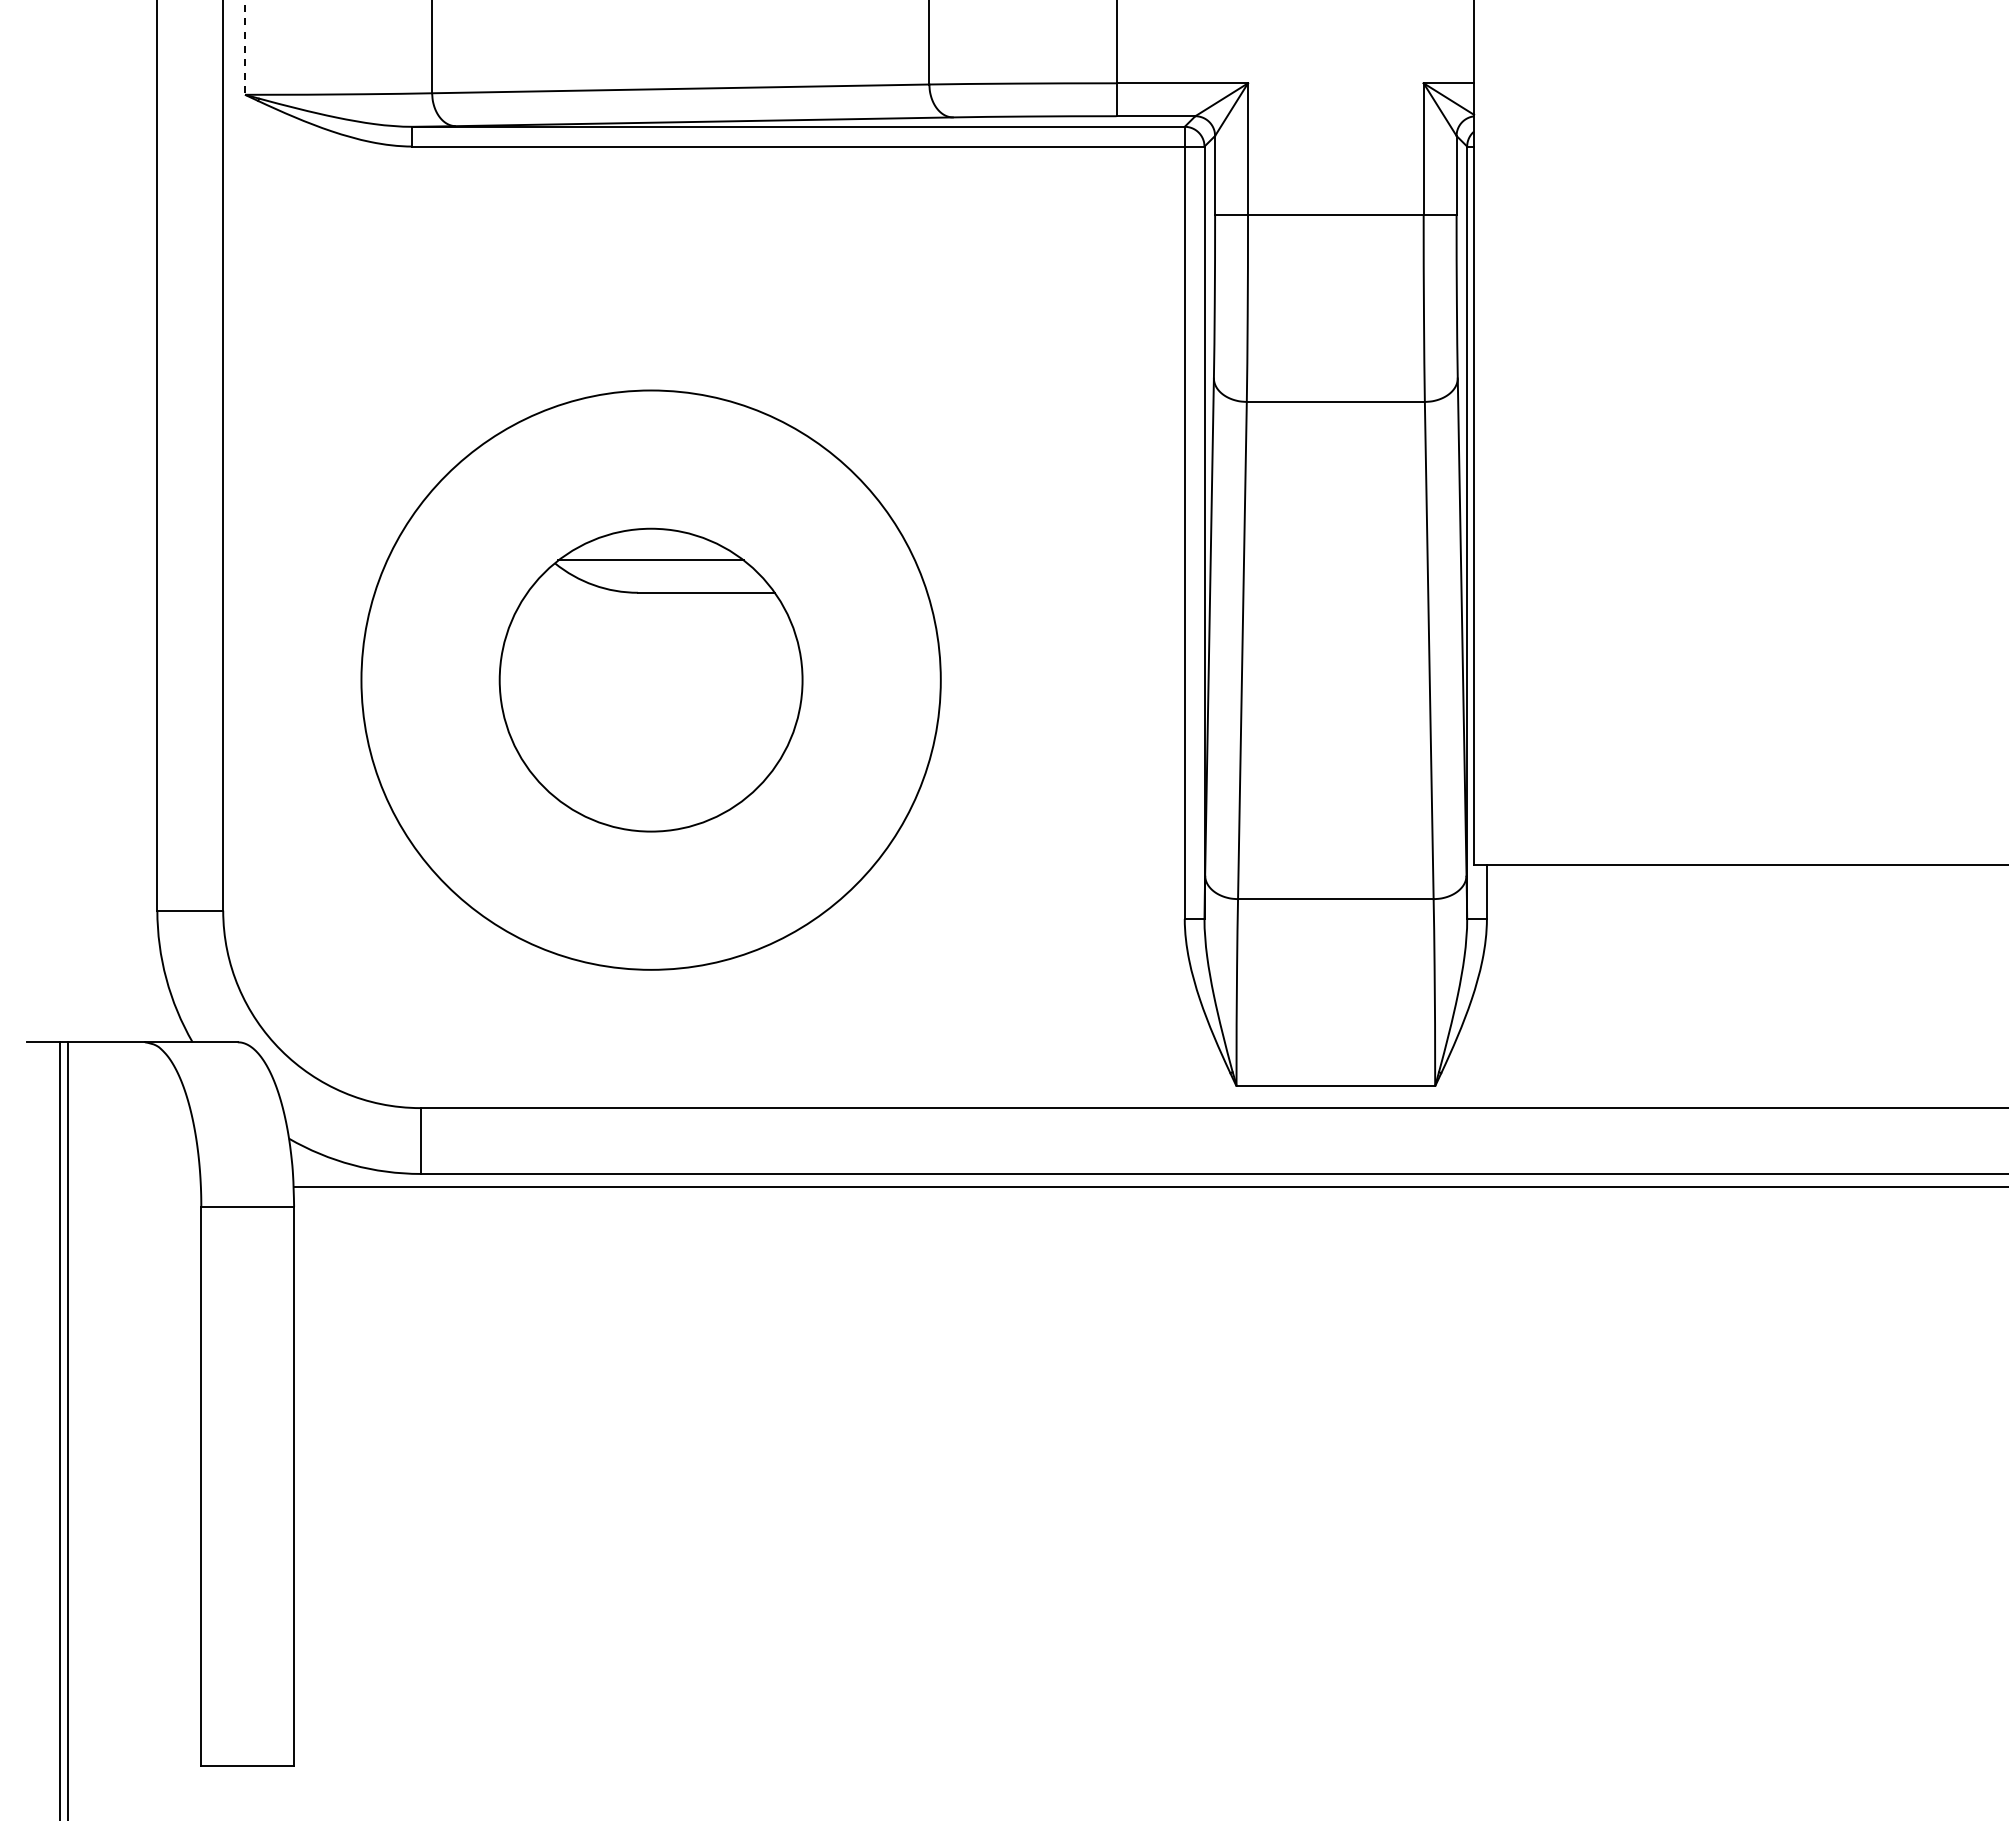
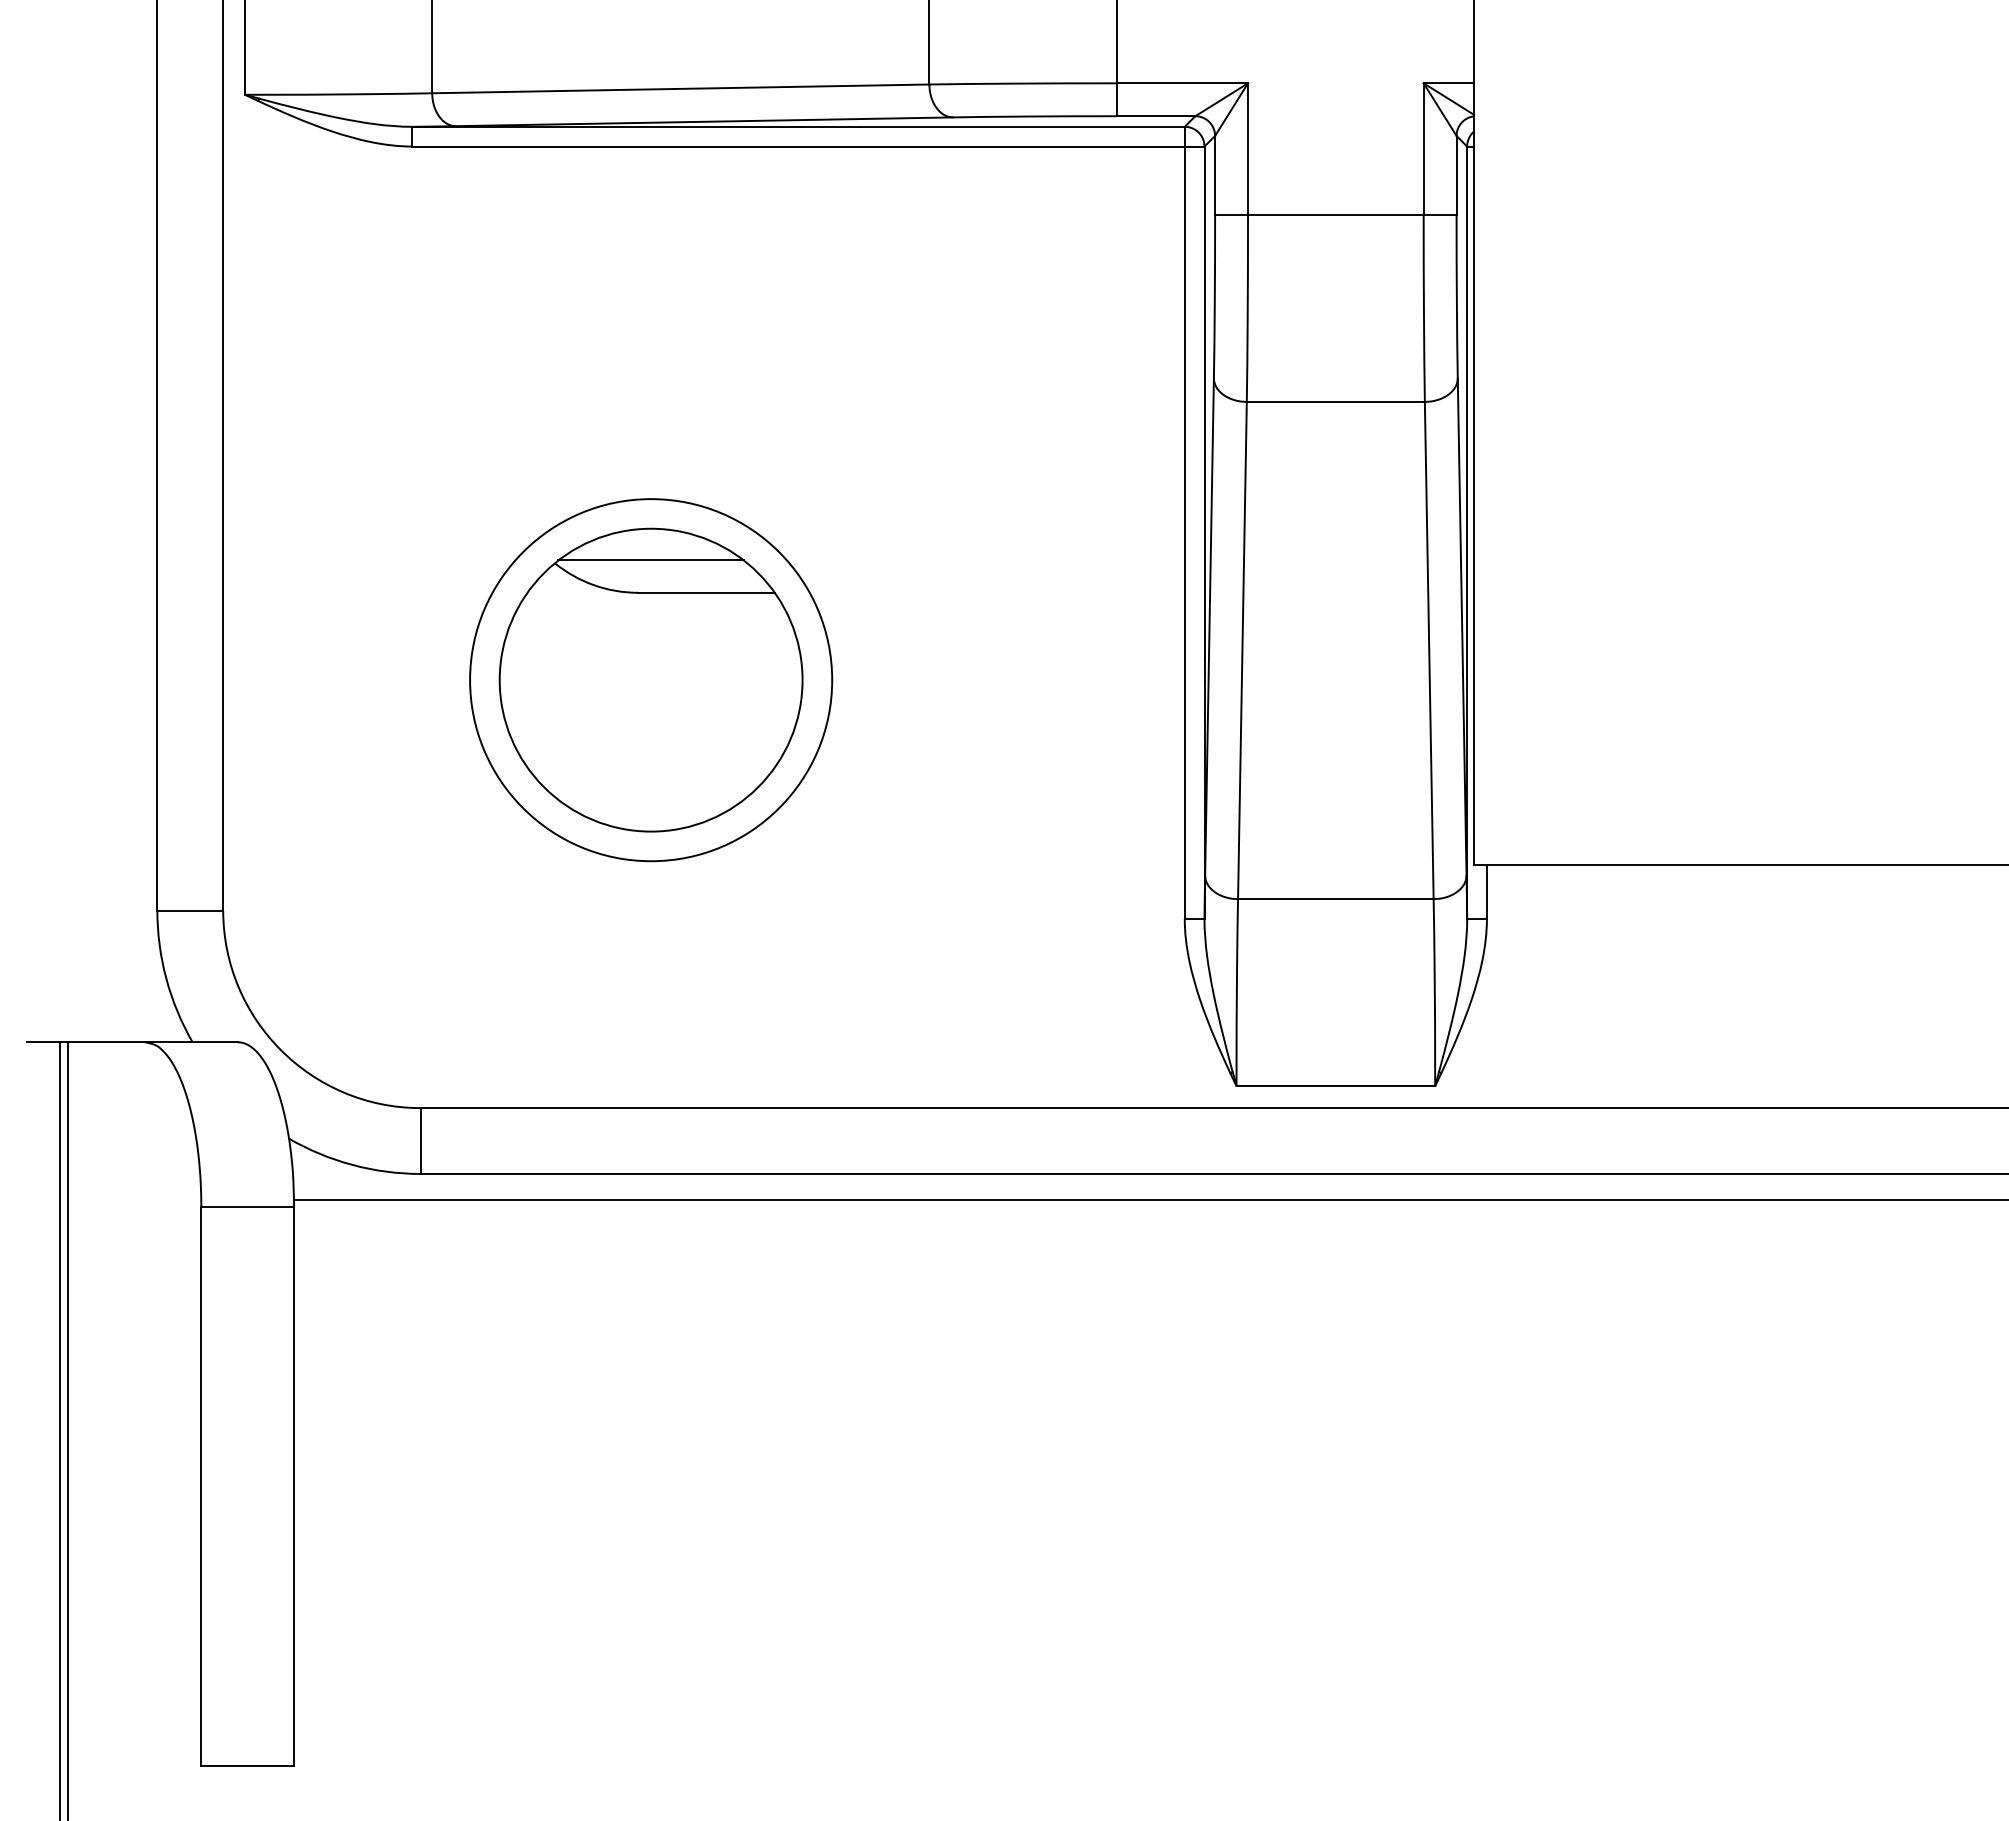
line at (245, 47): dashed -> solid
circle at (650, 679) diameter: 579 px -> 362 px
line at (1149, 1187) position: (1149, 1187) -> (1149, 1200)
